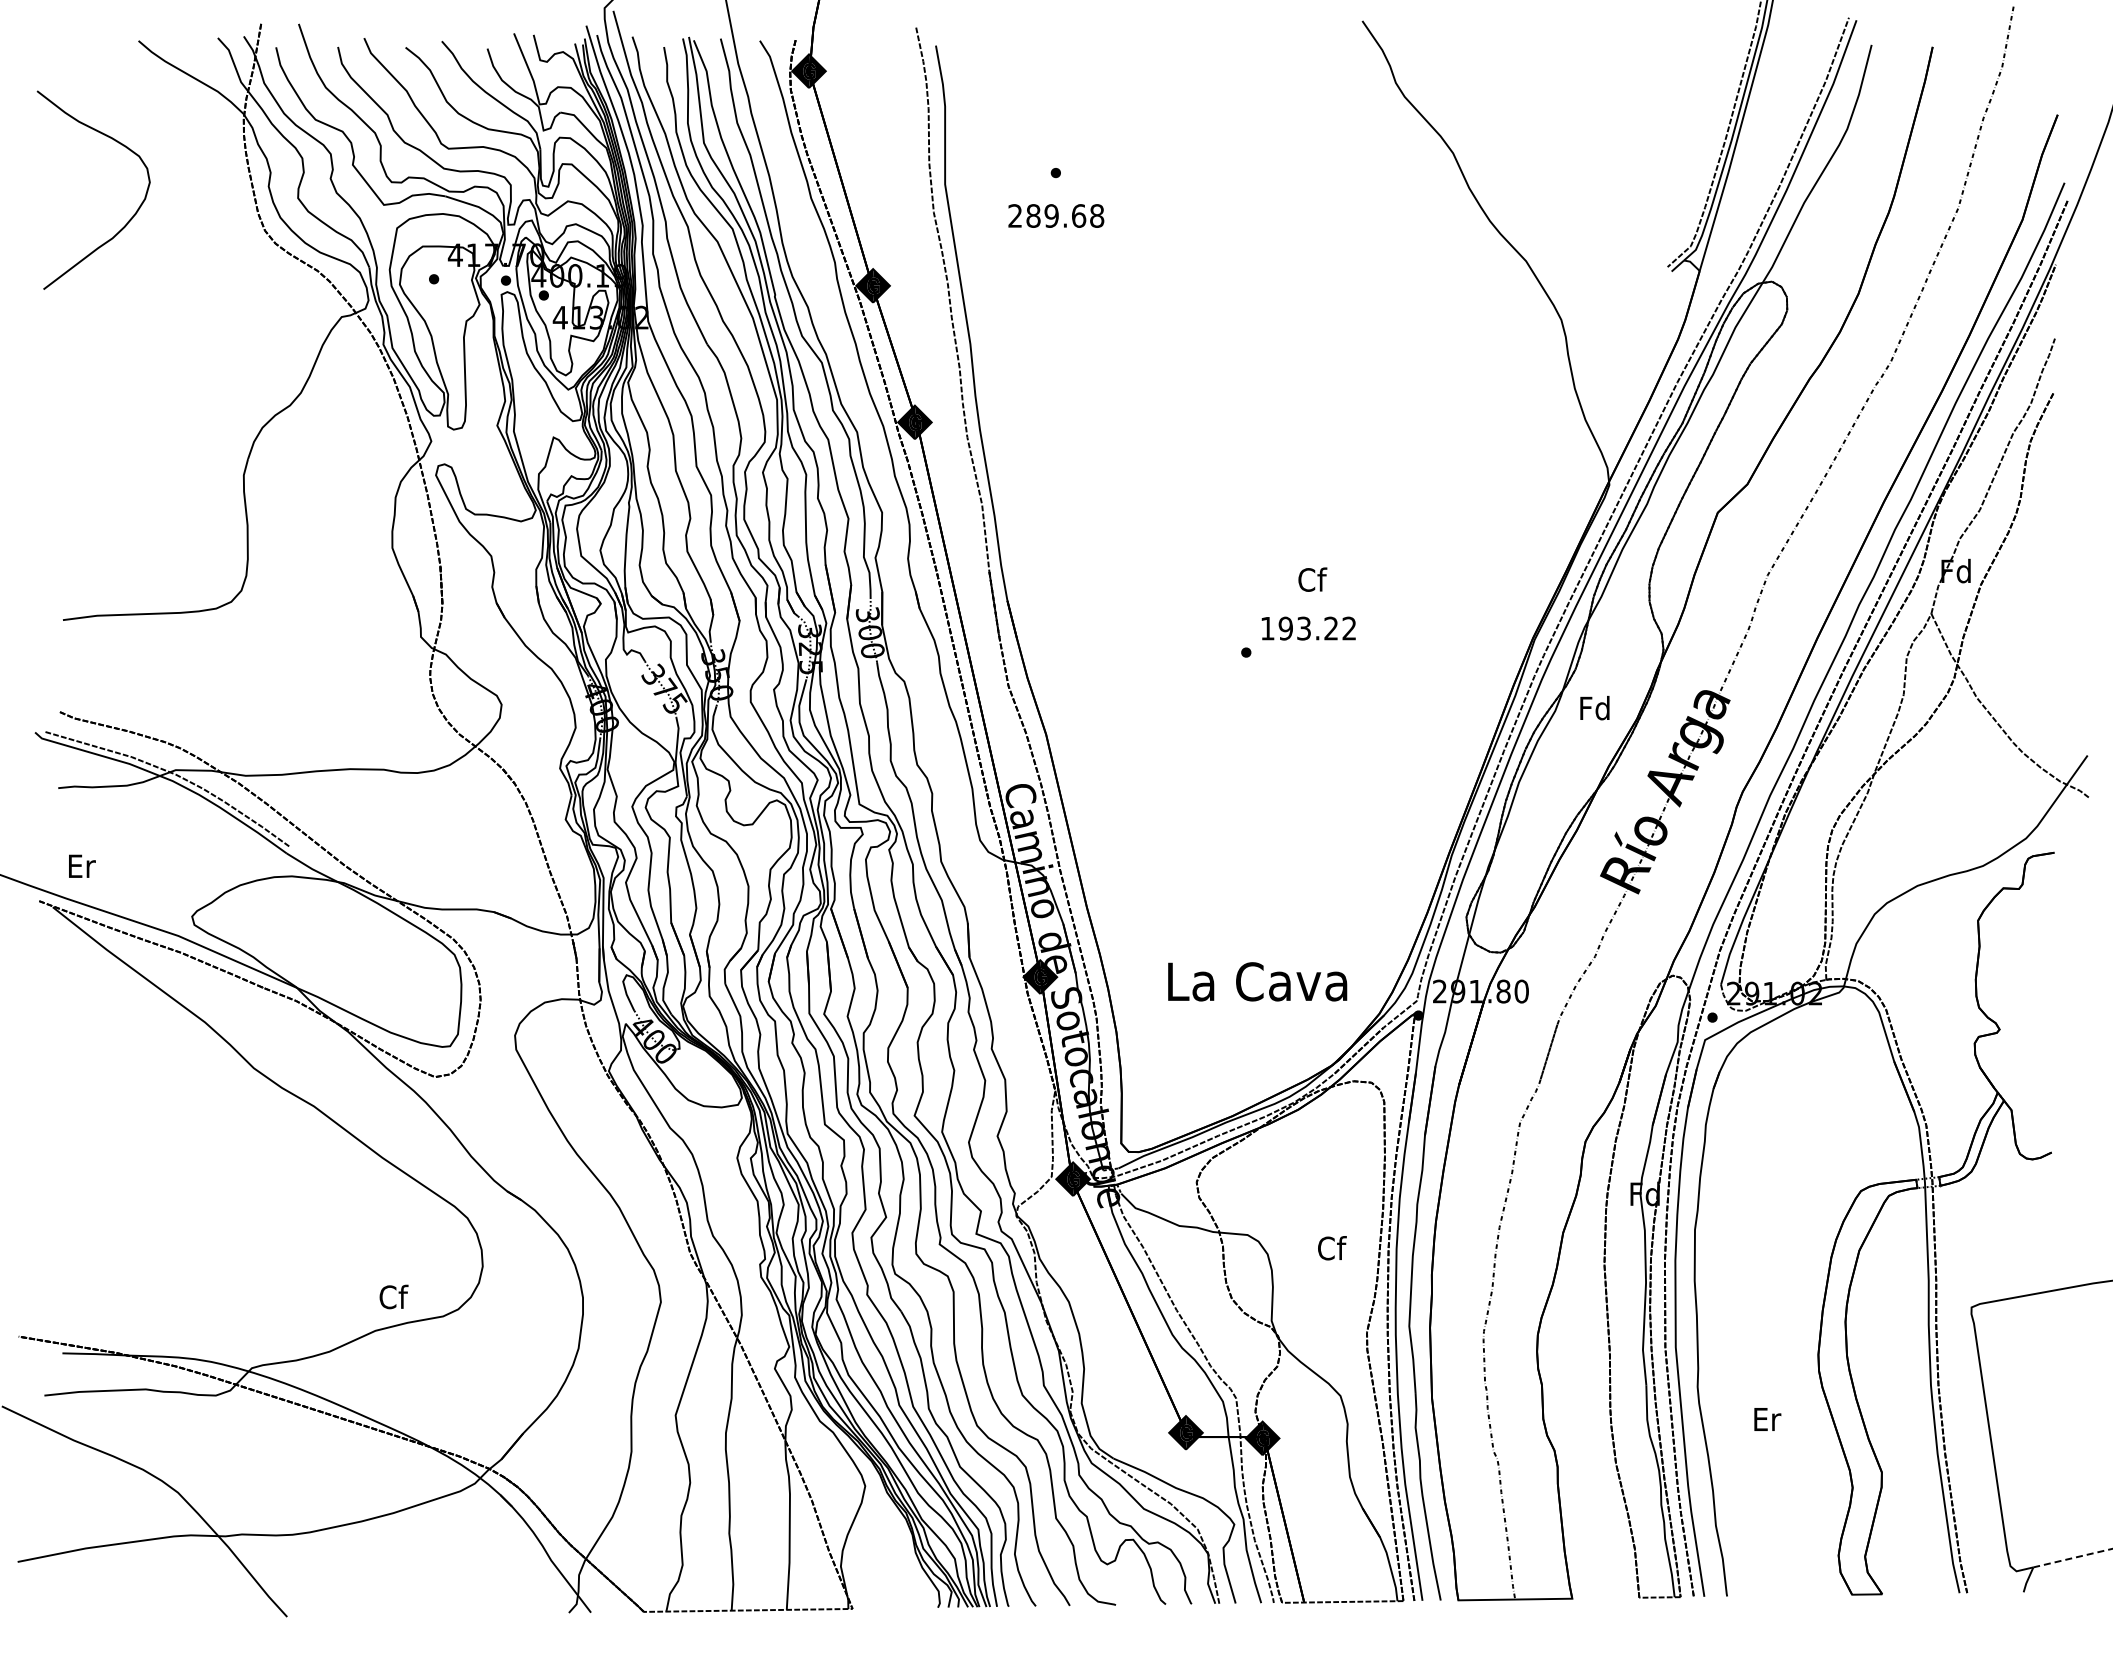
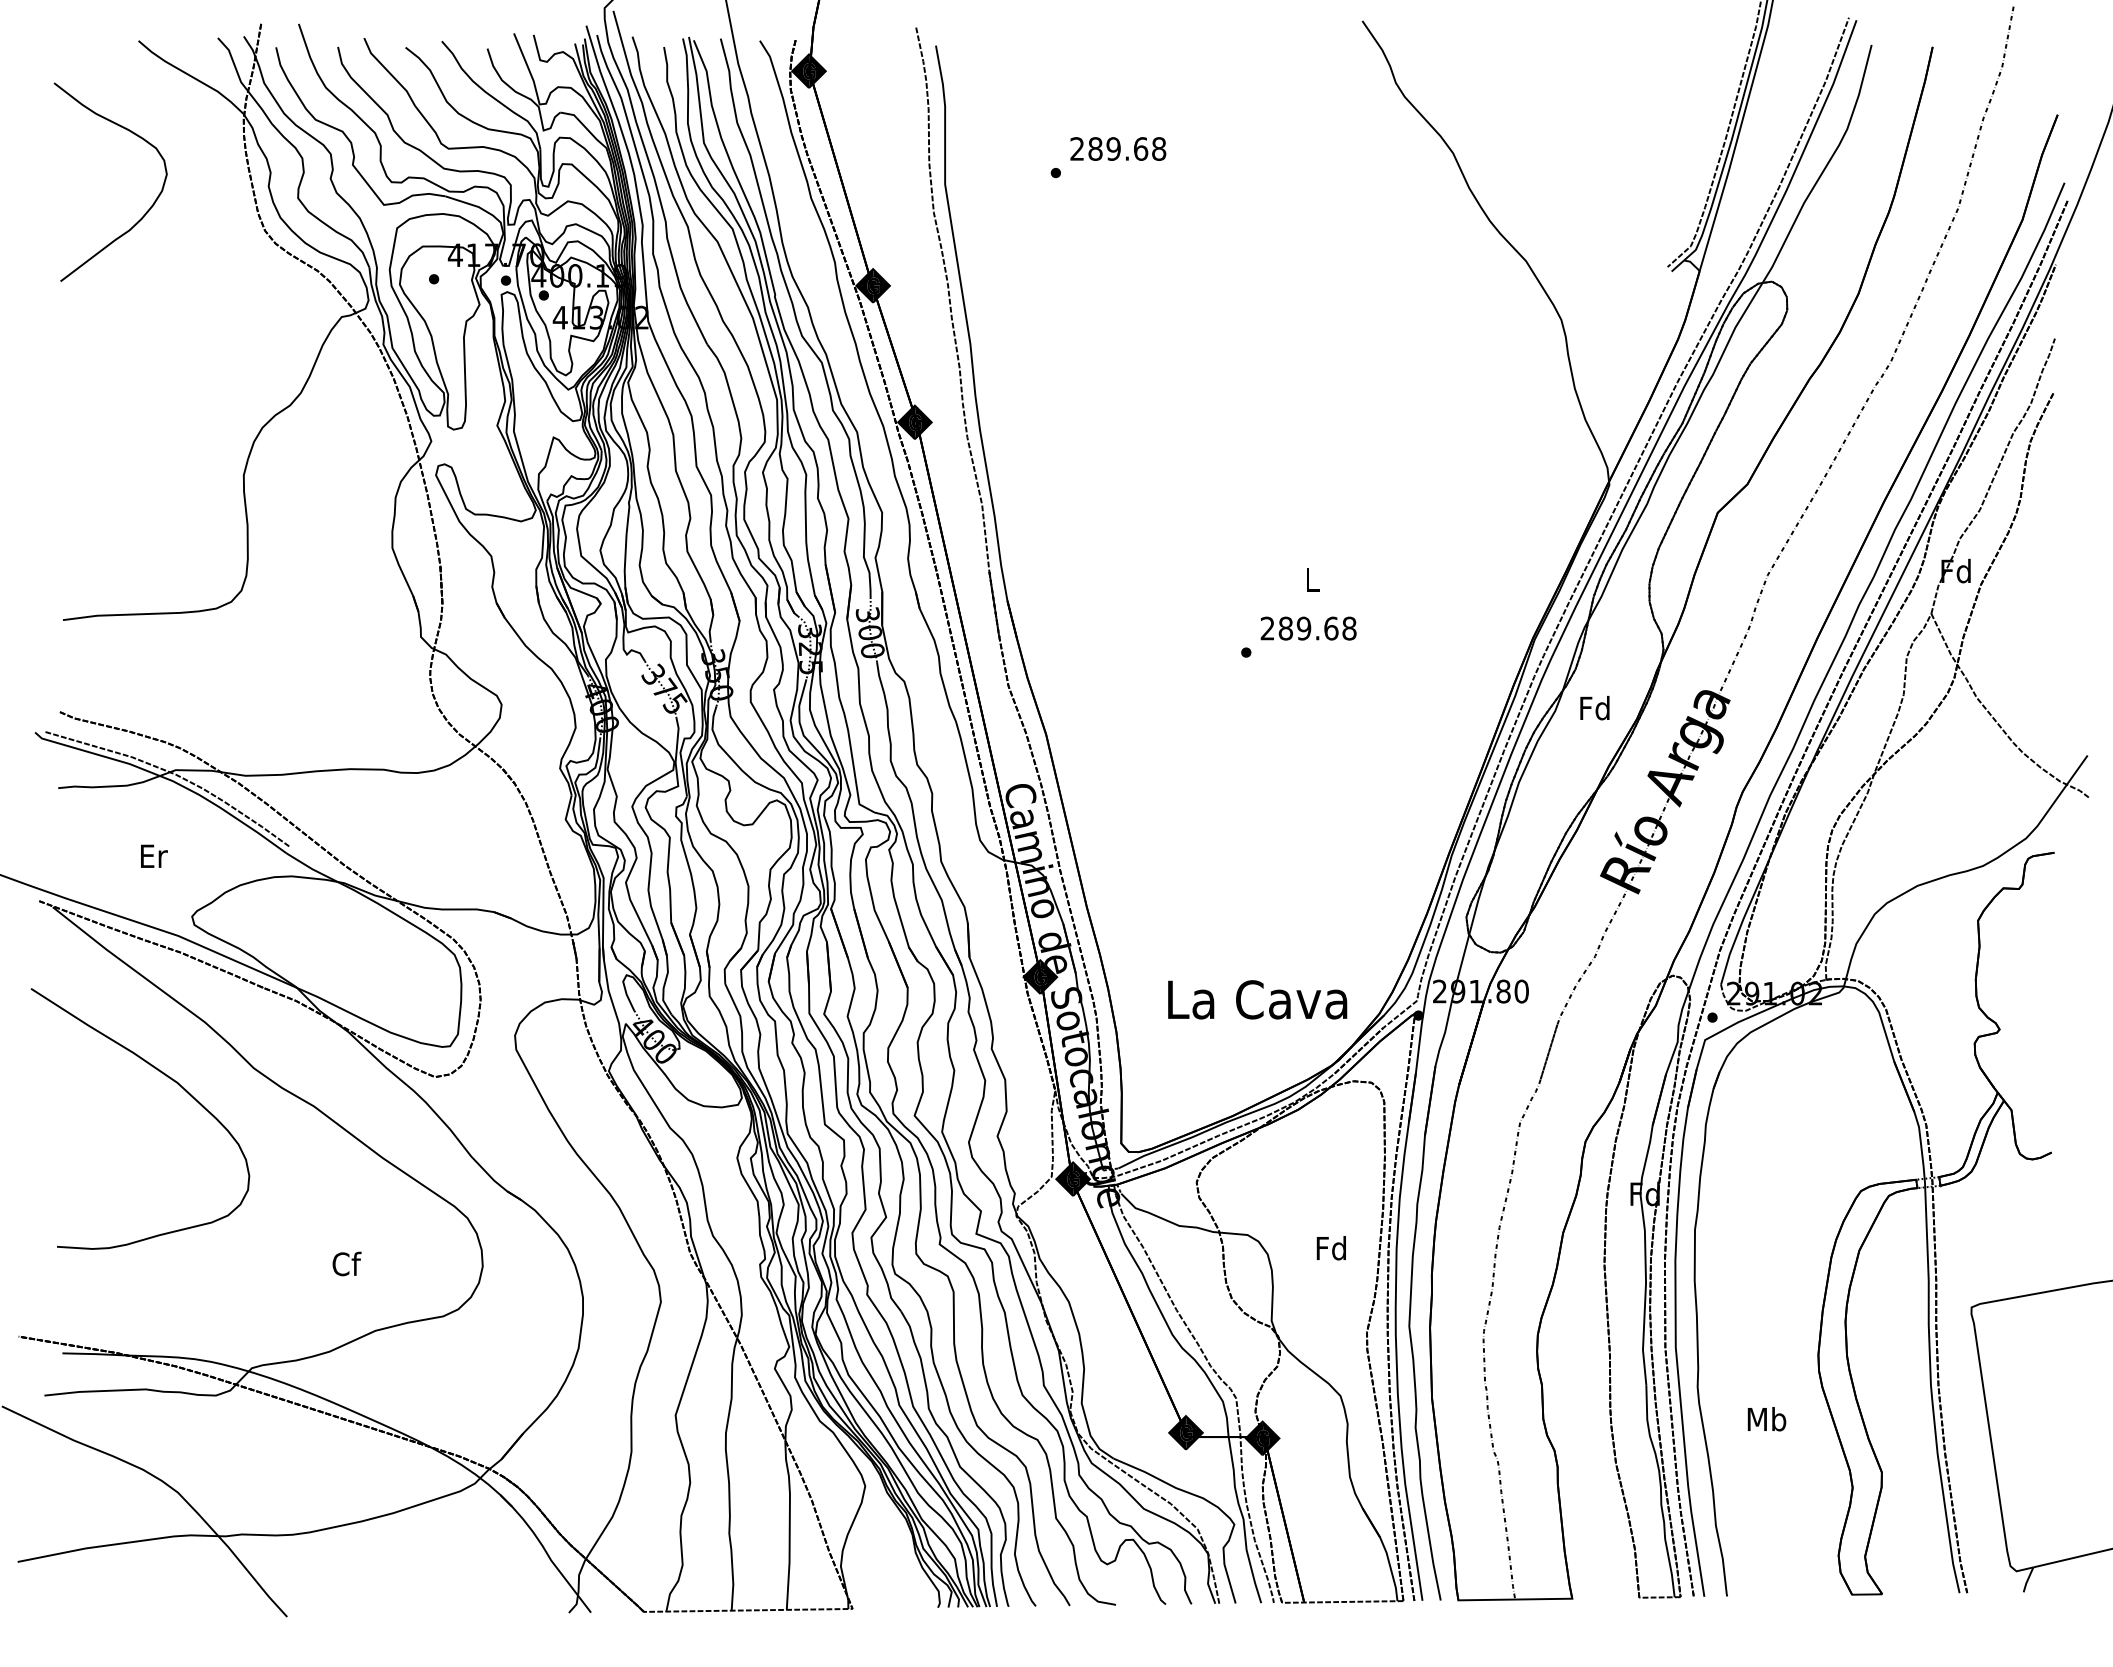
text at (1056, 215) position: (1056, 215) -> (1118, 148)
curve at (127, 221) position: (127, 221) -> (144, 213)
text at (1312, 579): Cf -> L
text at (1308, 628): 193.22 -> 289.68
text at (82, 865) position: (82, 865) -> (154, 855)
text at (1257, 981) position: (1257, 981) -> (1257, 999)
curve at (167, 1077): none -> present
text at (1331, 1248): Cf -> Fd
text at (393, 1296) position: (393, 1296) -> (346, 1263)
text at (1766, 1419): Er -> Mb
line at (2072, 1558): dashed -> solid
